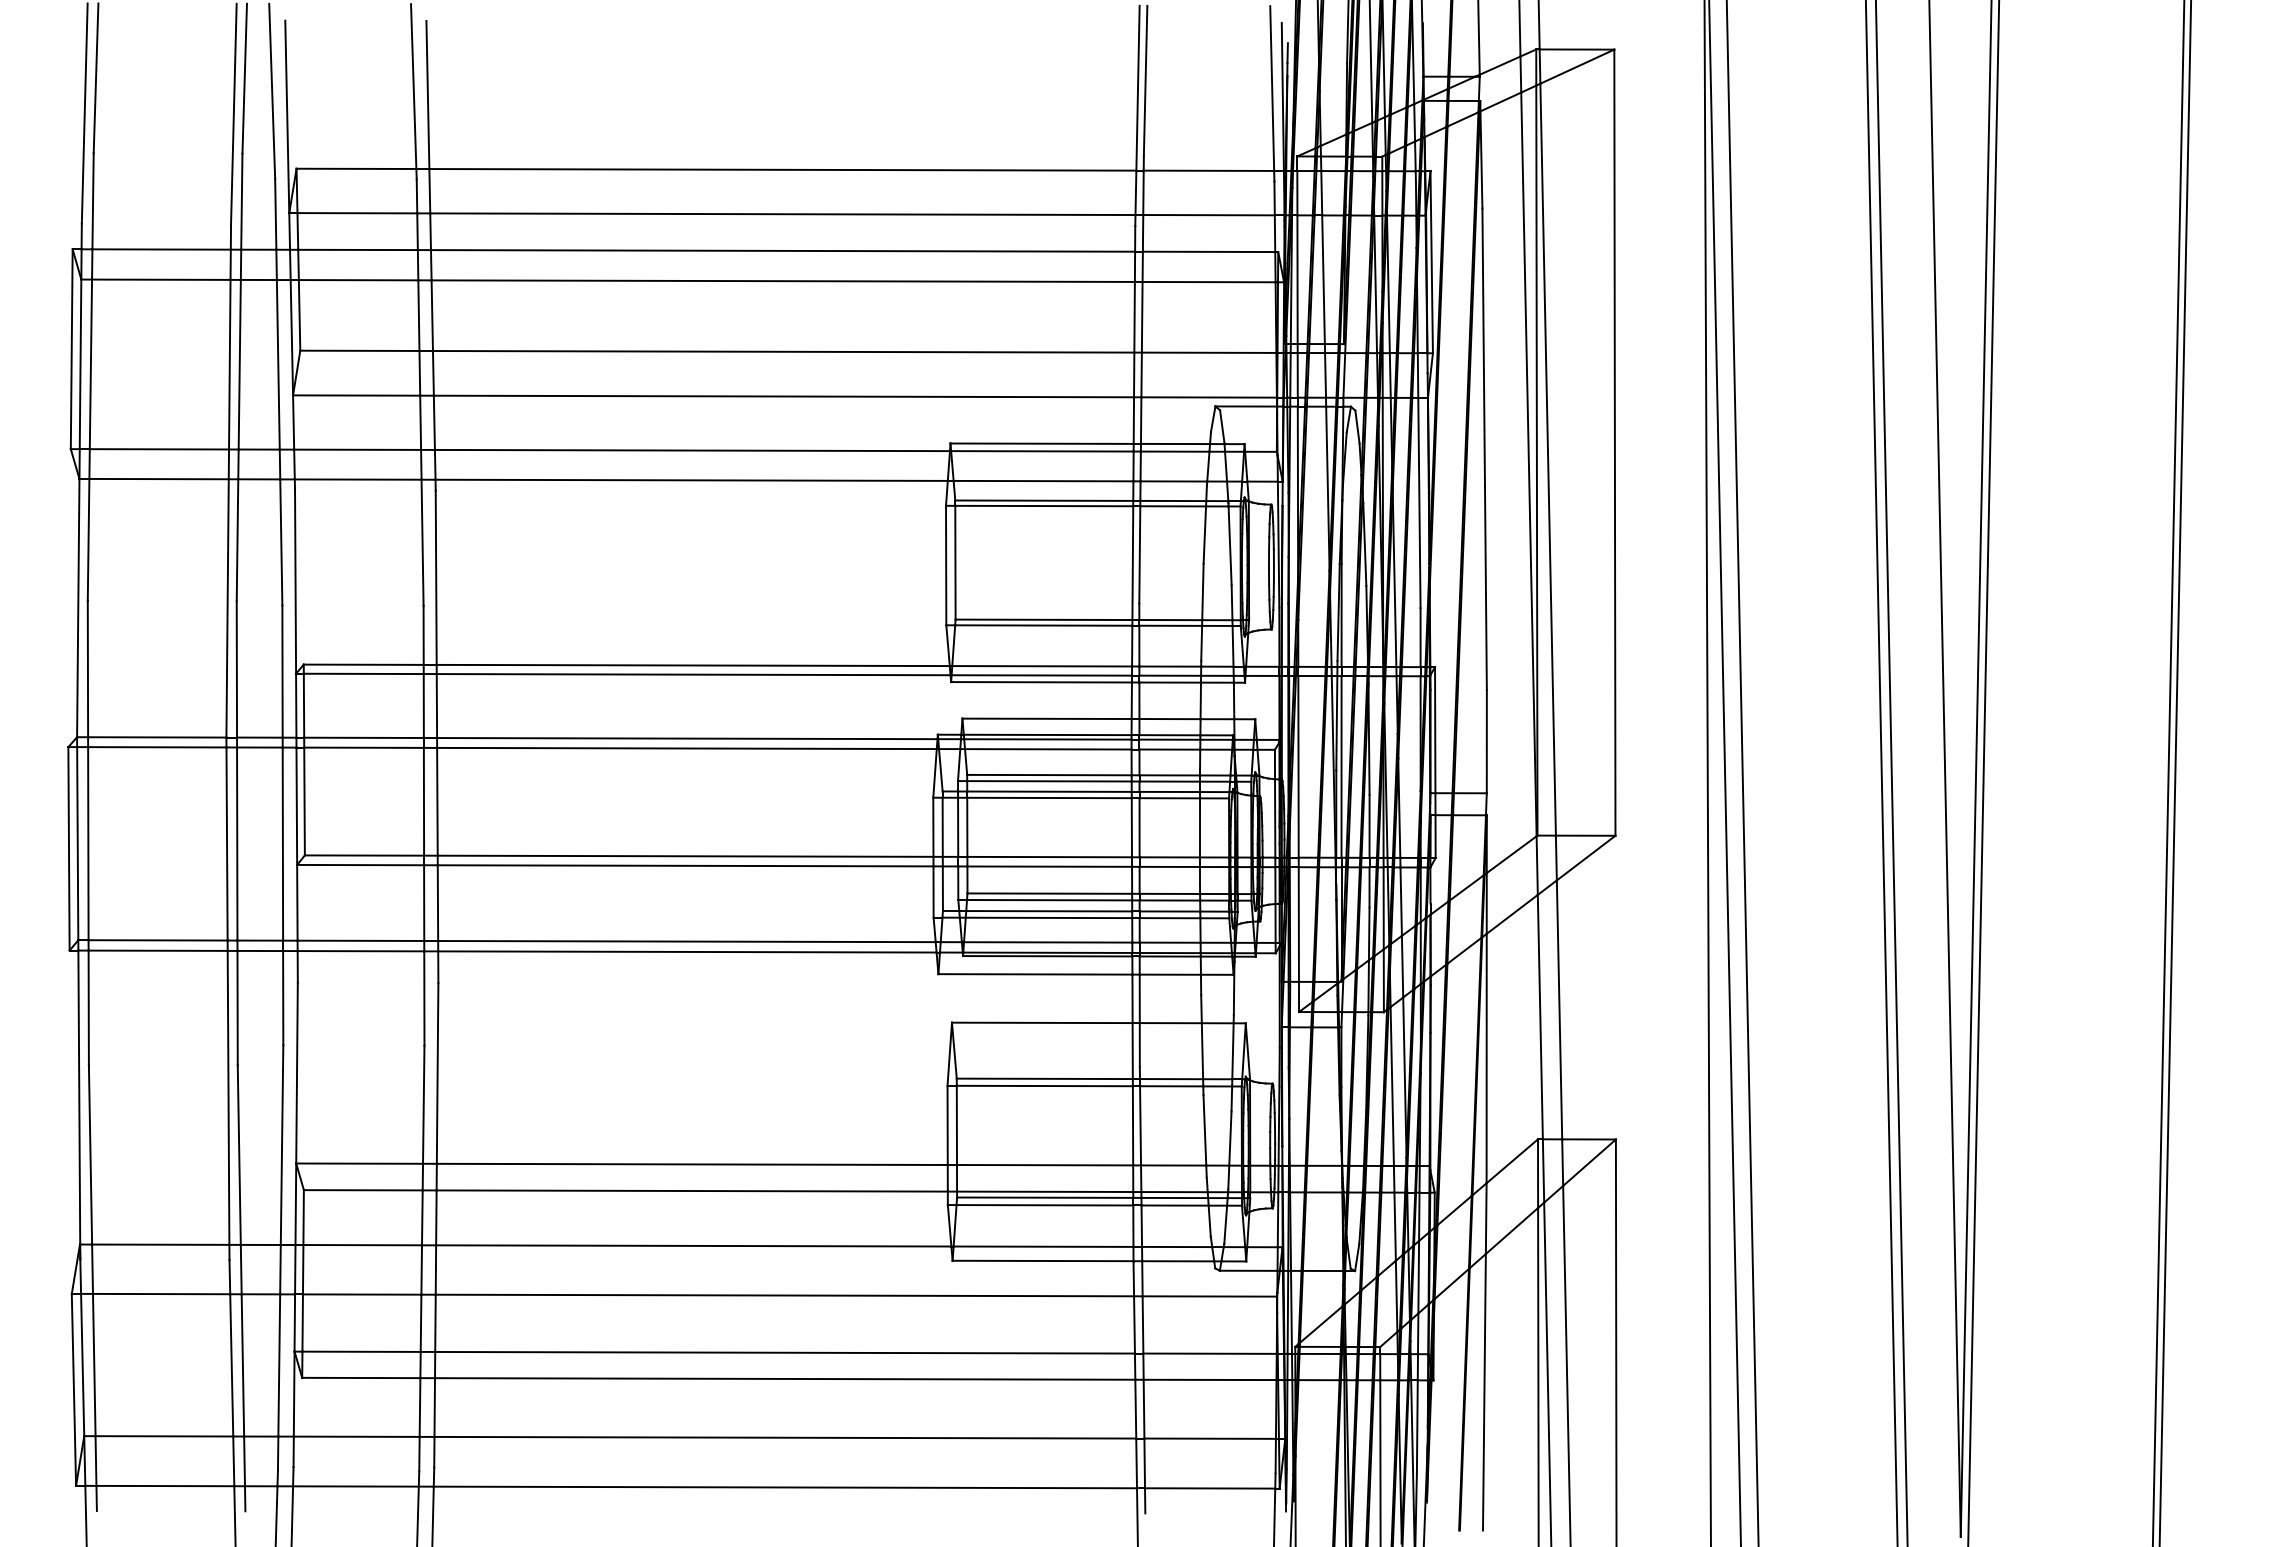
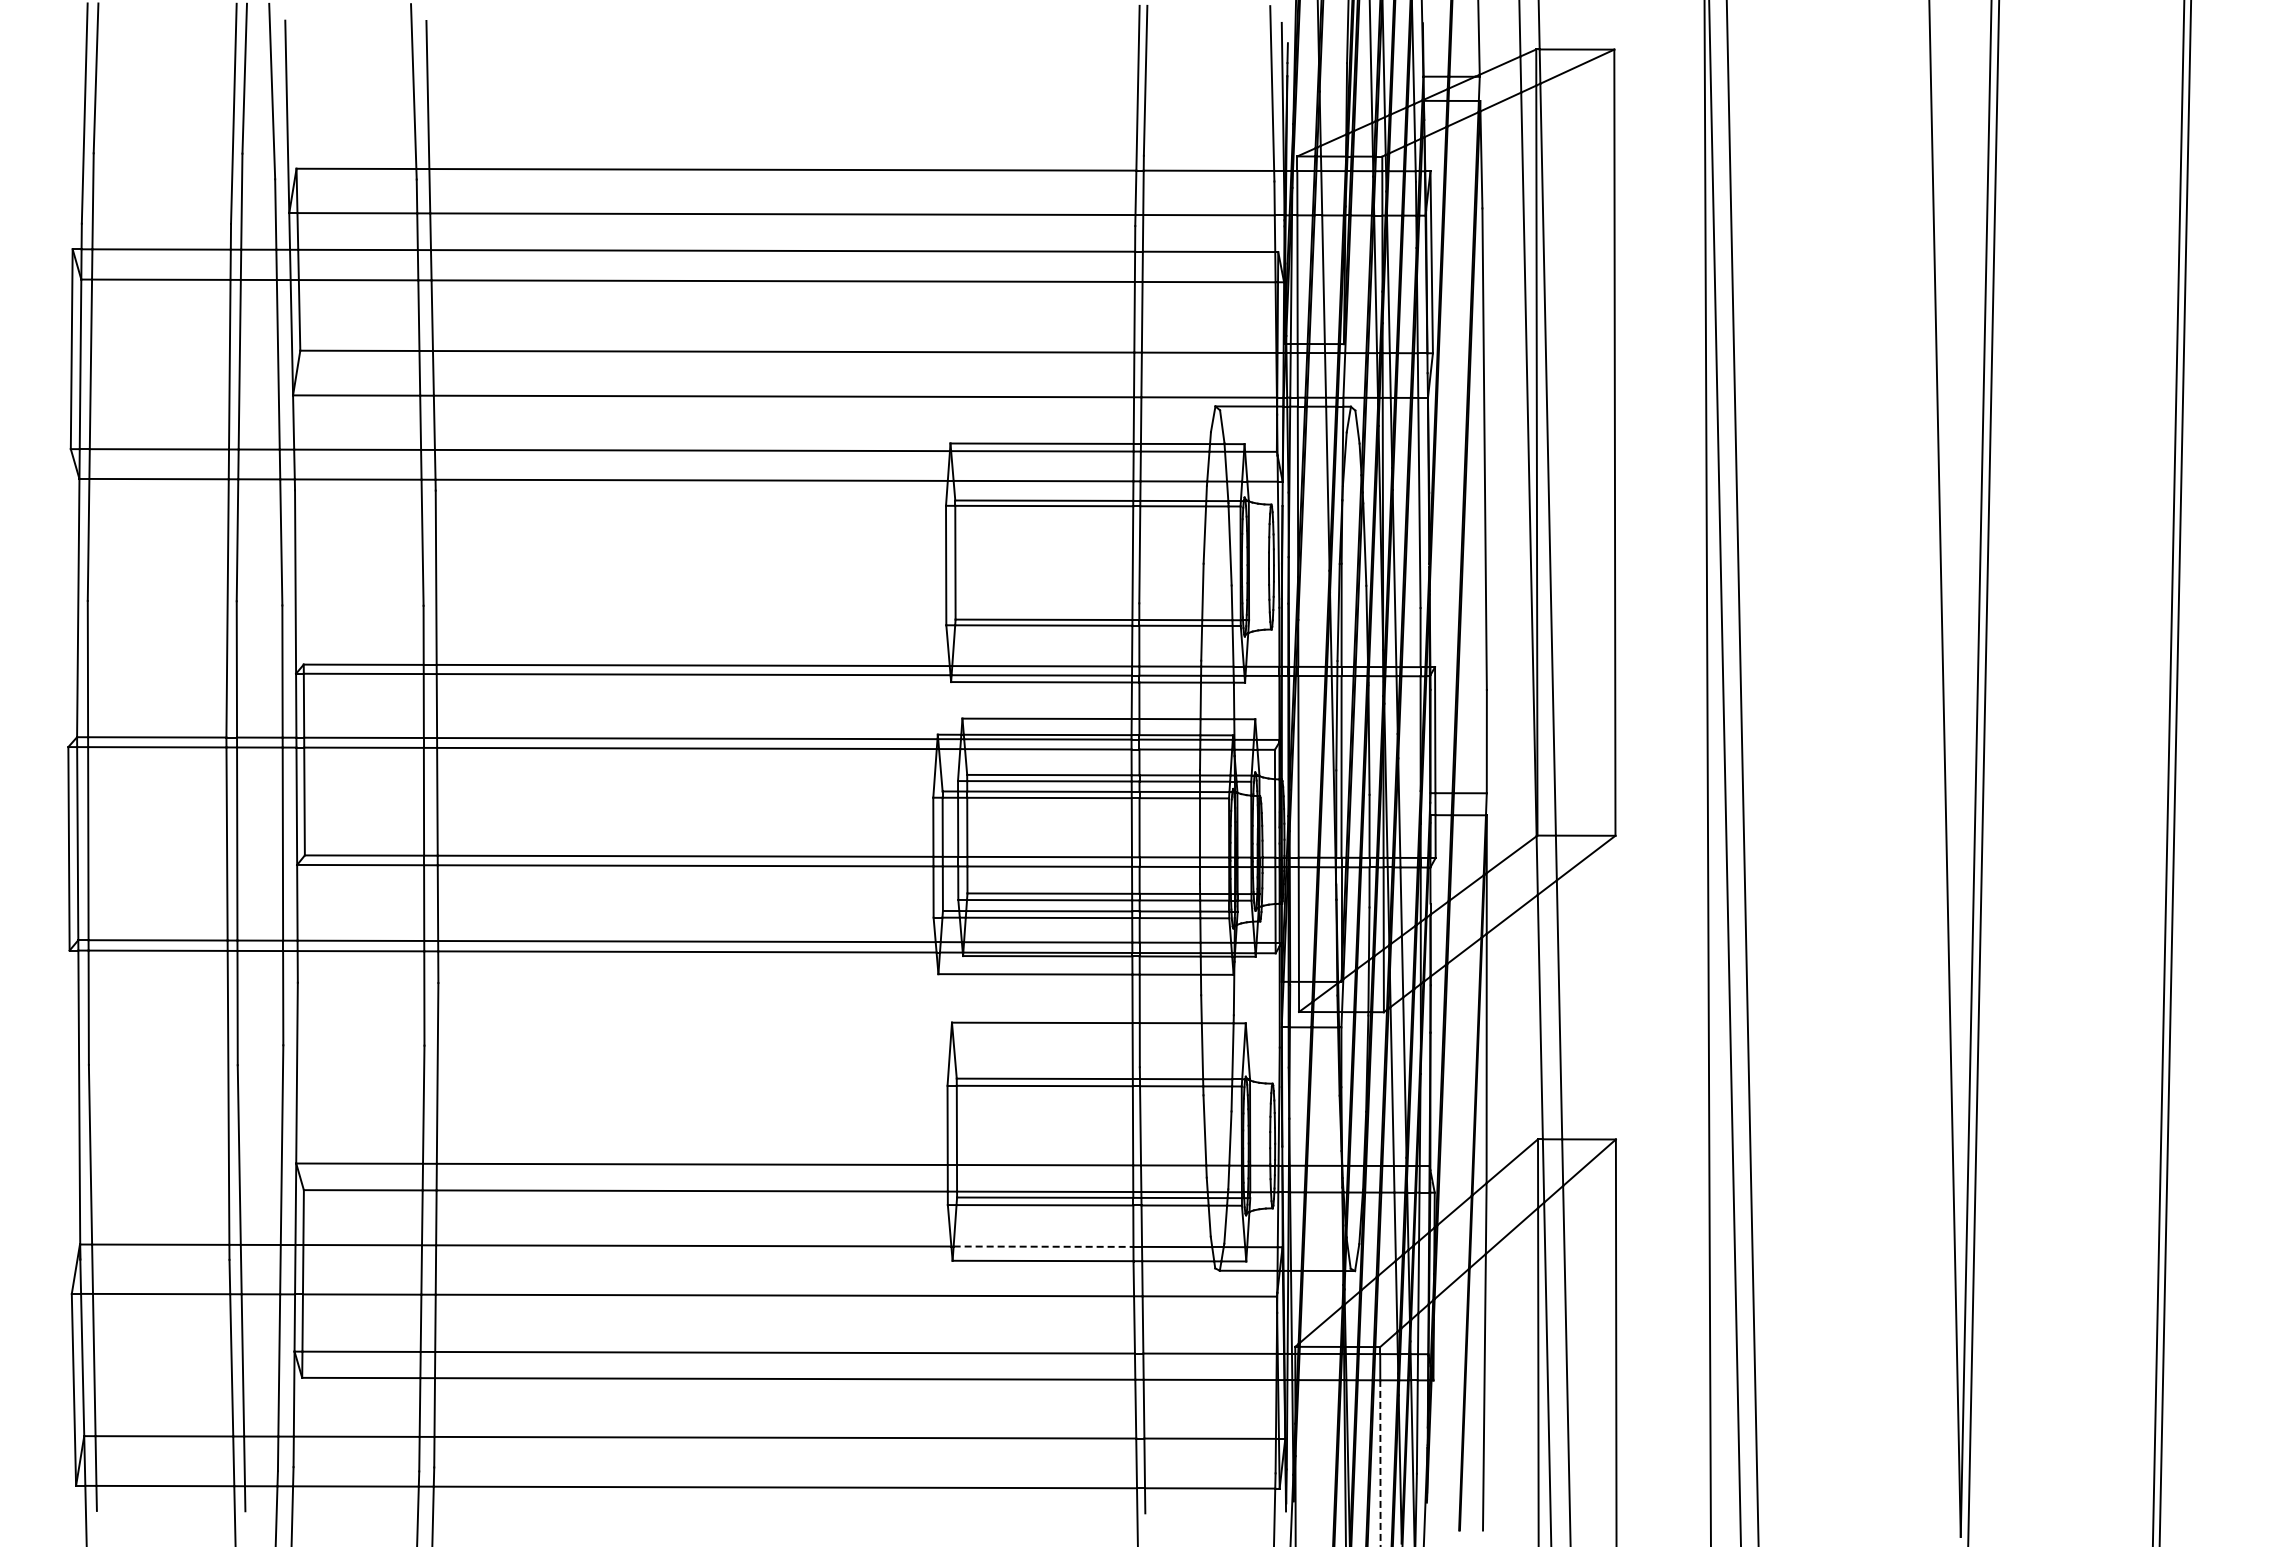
line at (1881, 772): present -> none
line at (1891, 772): present -> none
line at (1043, 1246): solid -> dashed
line at (1380, 1463): solid -> dashed
